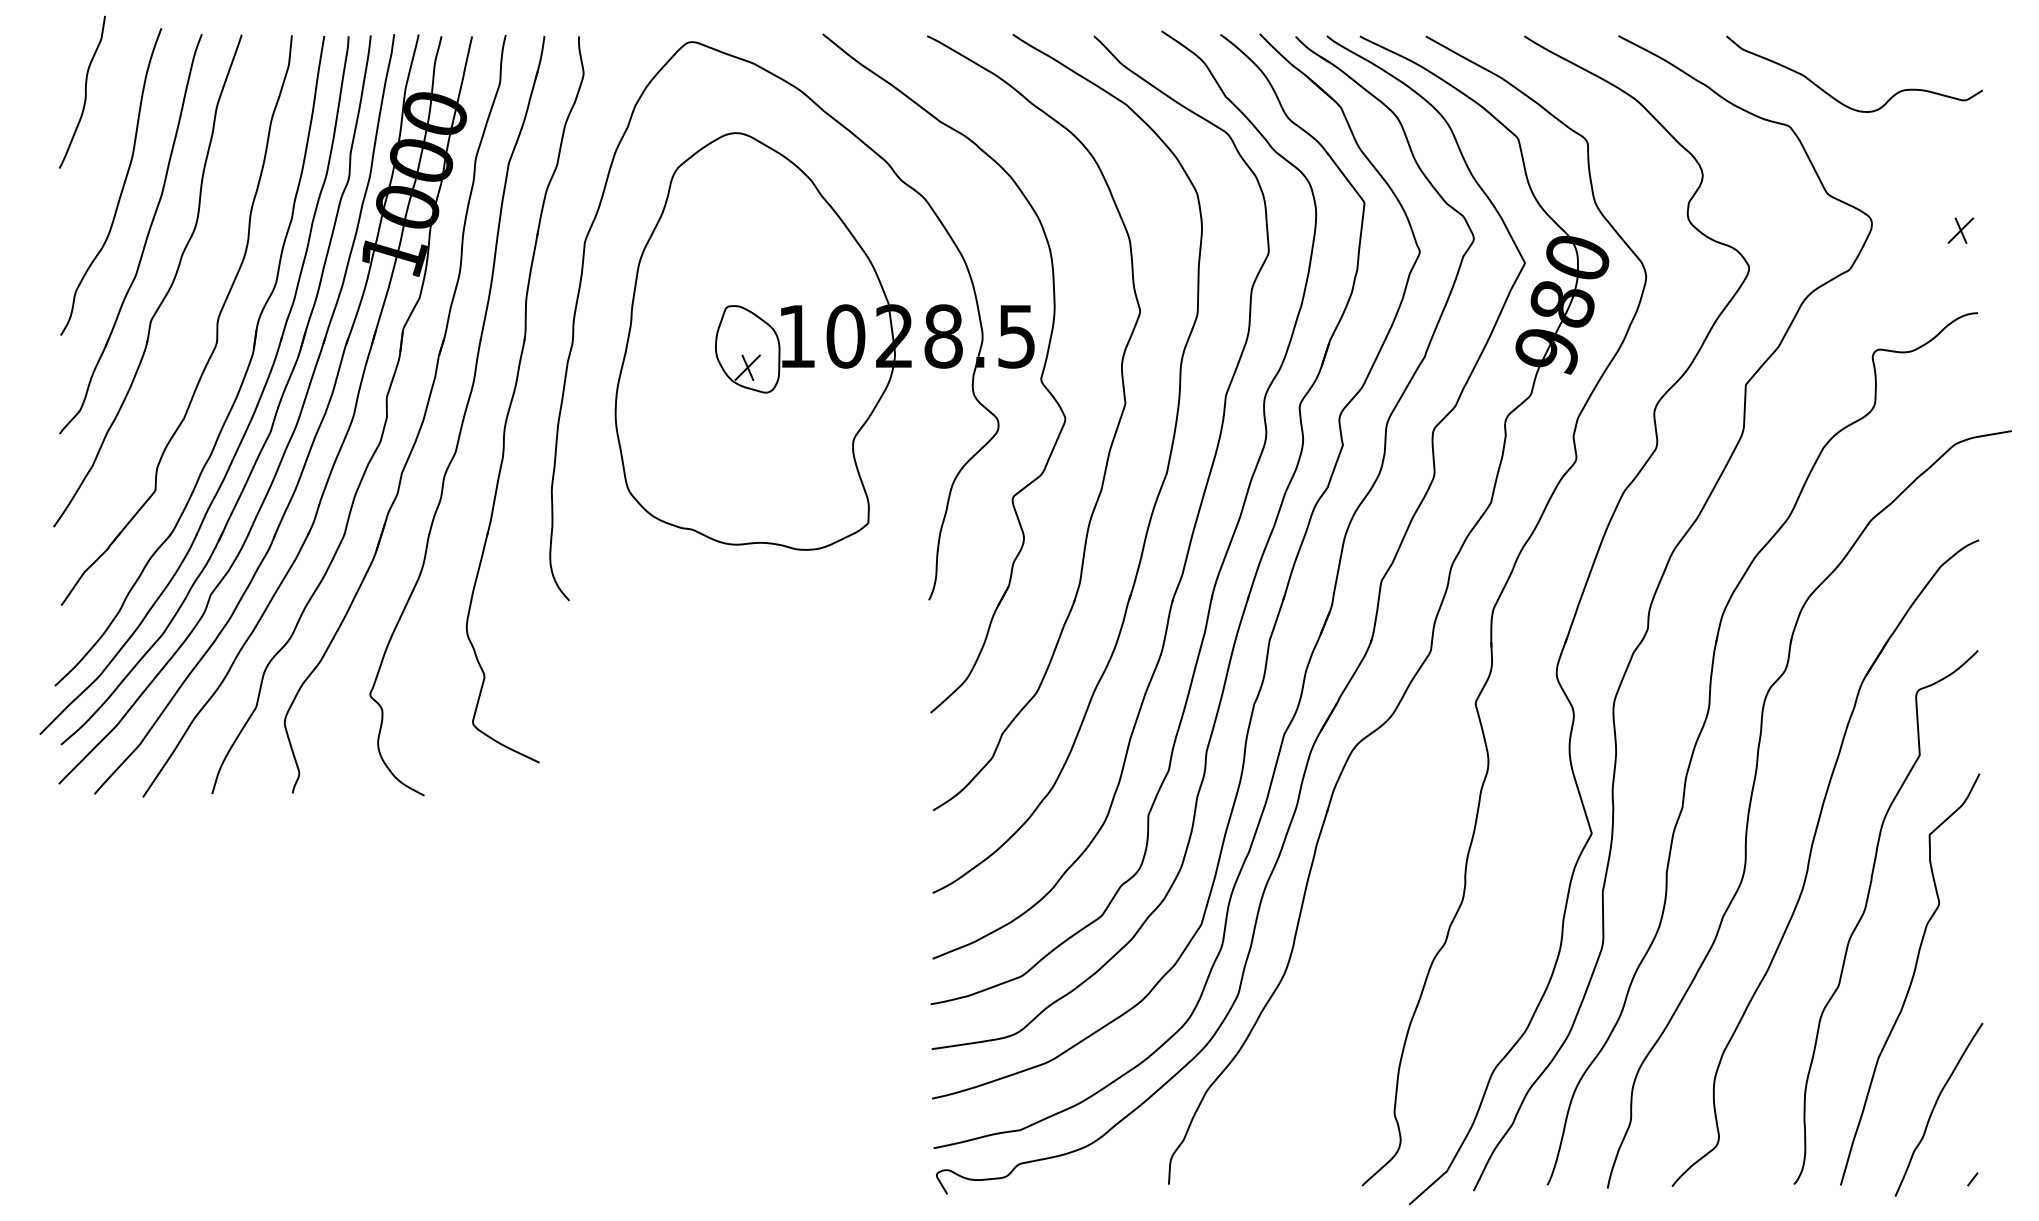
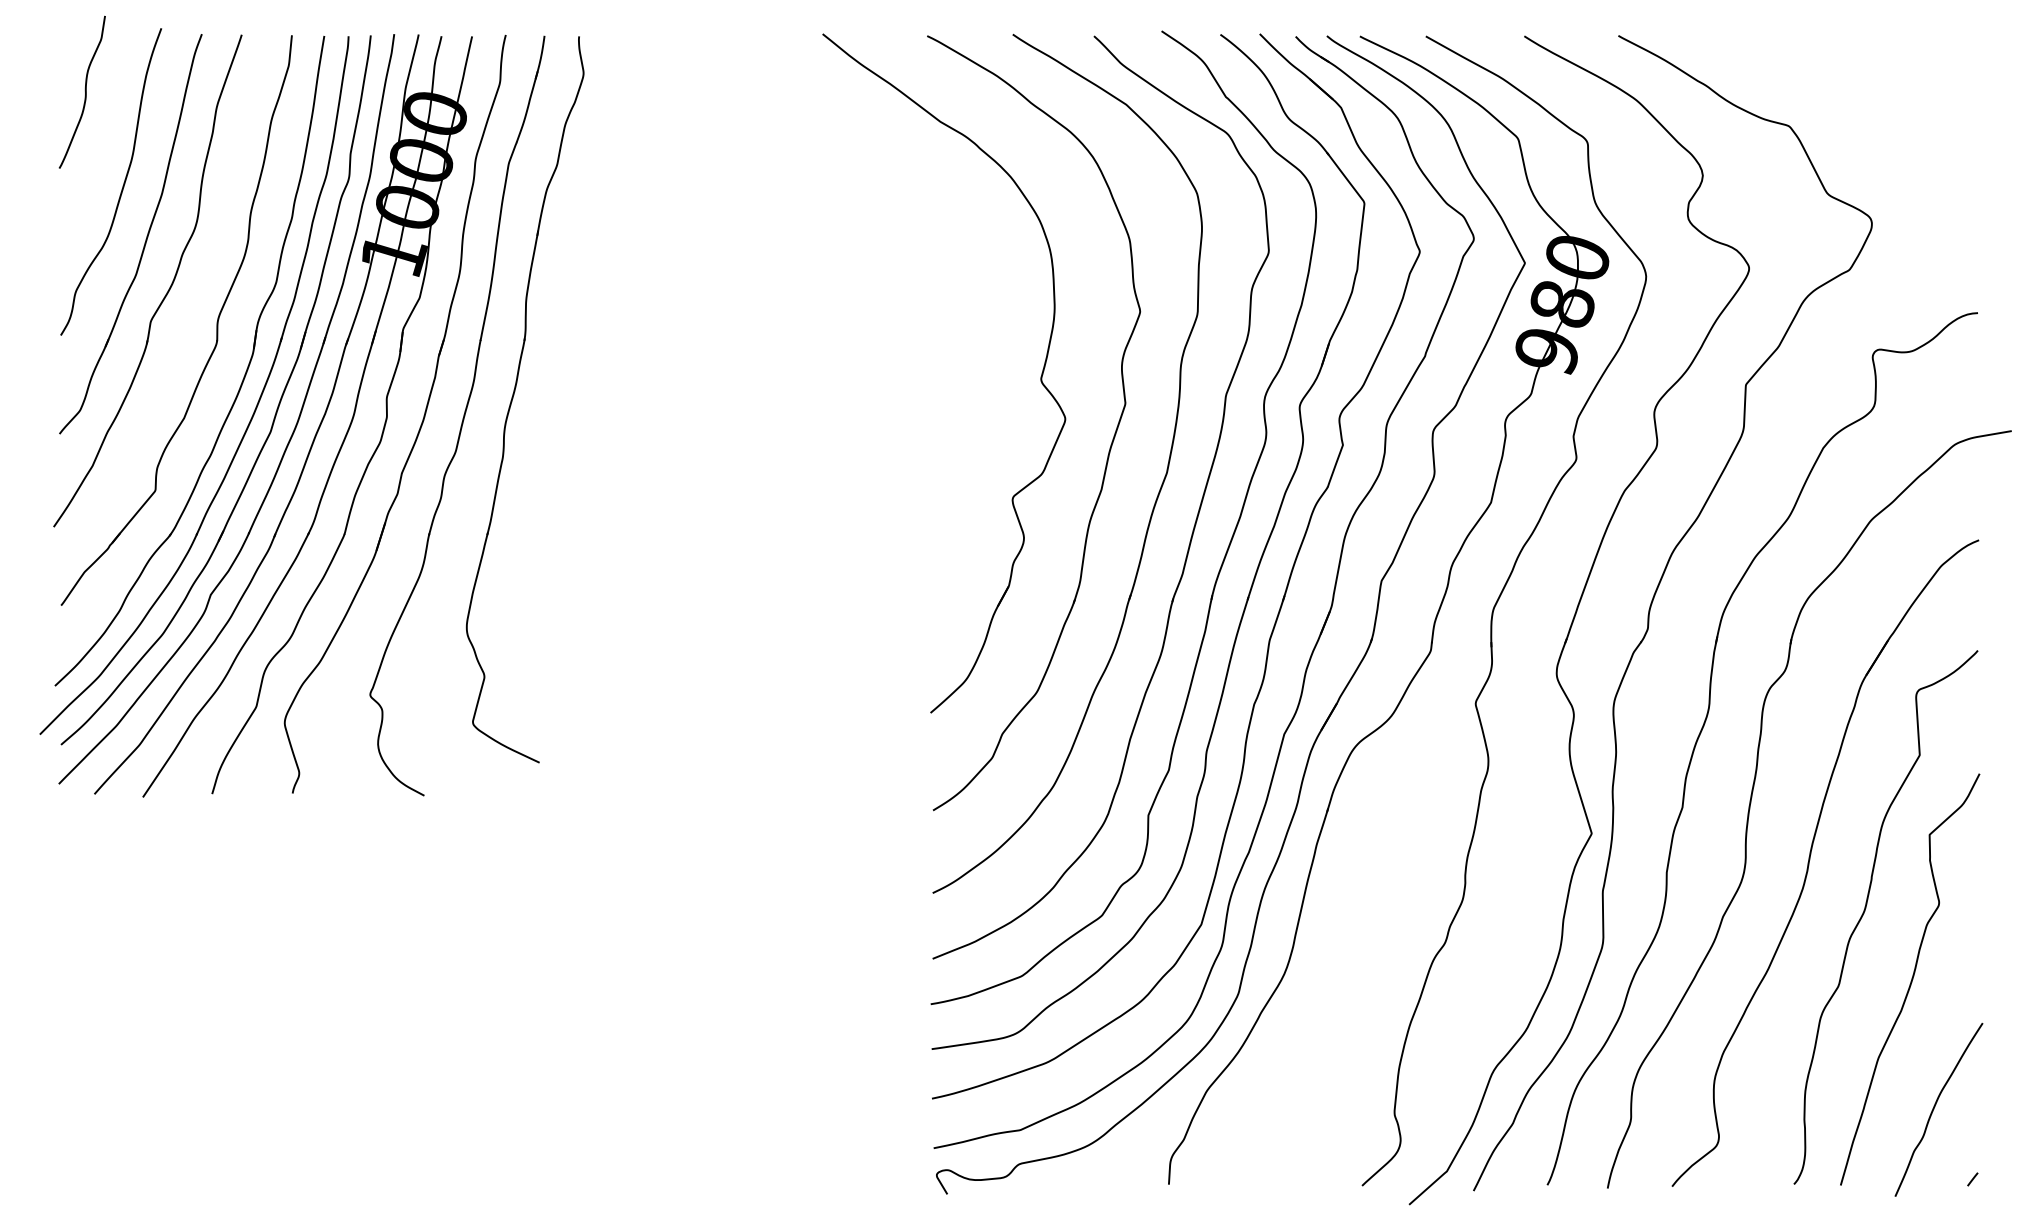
curve at (1837, 99): present -> none
part at (1960, 230): present -> none
part at (791, 321): present -> none
